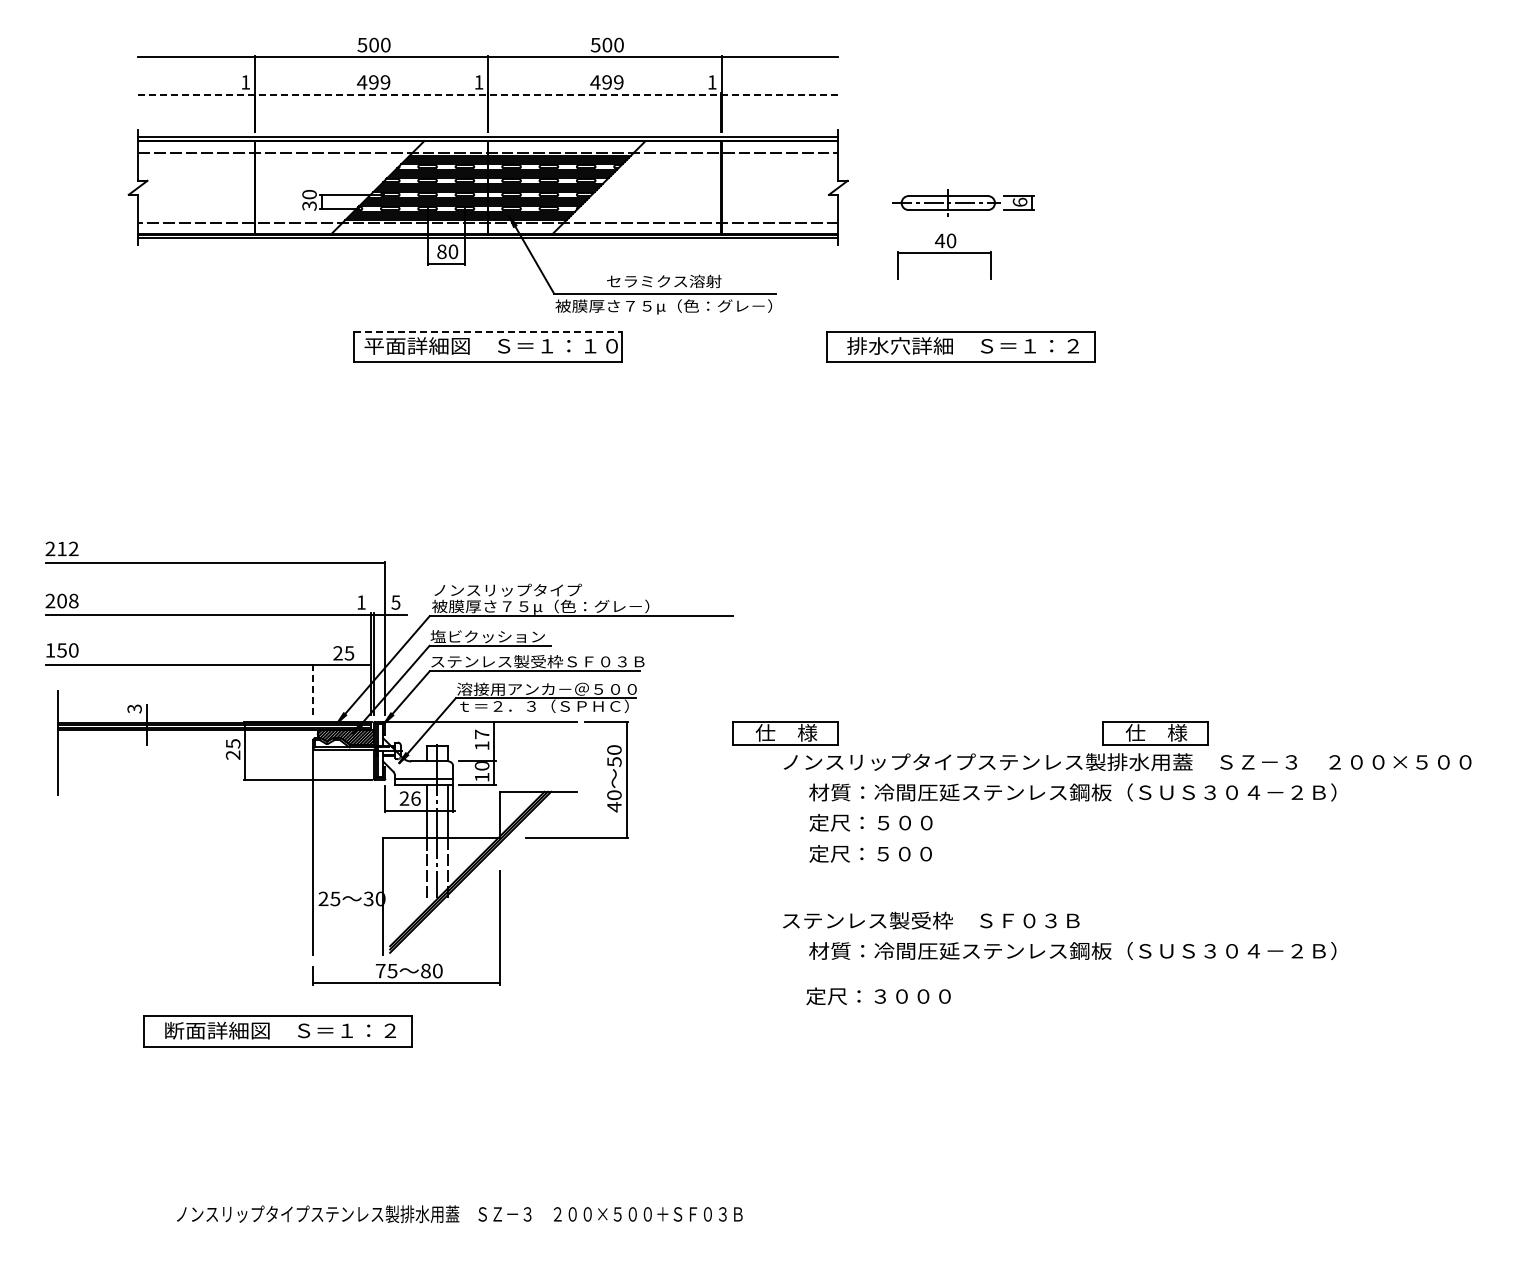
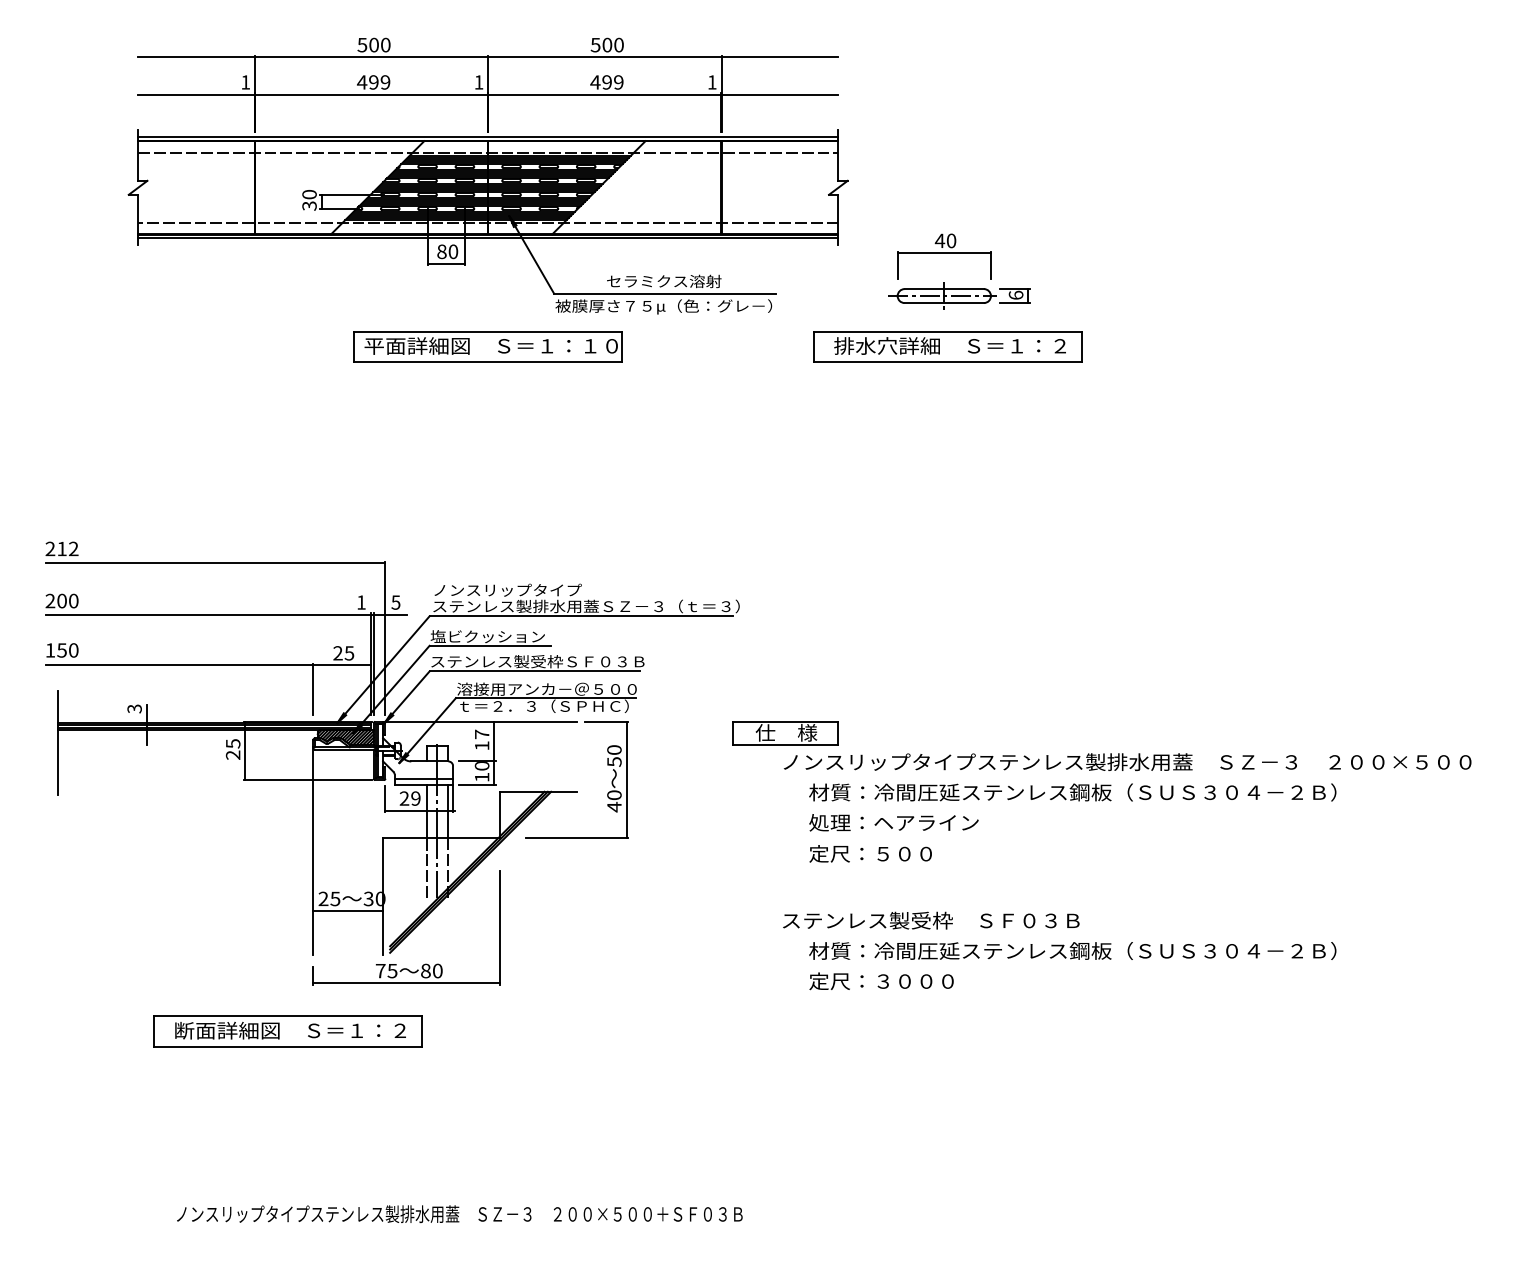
line at (488, 94): dashed -> solid
part at (963, 202) position: (963, 202) -> (959, 295)
line at (488, 331): dashed -> solid
part at (960, 346) position: (960, 346) -> (947, 346)
text at (73, 601): 208 -> 200
text at (585, 606): 被膜厚さ７５μ（色：グレ－） -> ステンレス製排水用蓋ＳＺ－３（ｔ＝３）
line at (313, 688): dashed -> solid
part at (1155, 733): present -> none
text at (415, 798): 26 -> 29
text at (893, 822): 定尺：５００ -> 処理：ヘアライン
line at (348, 911): none -> present
text at (878, 996) position: (878, 996) -> (881, 981)
part at (277, 1031) position: (277, 1031) -> (287, 1031)
